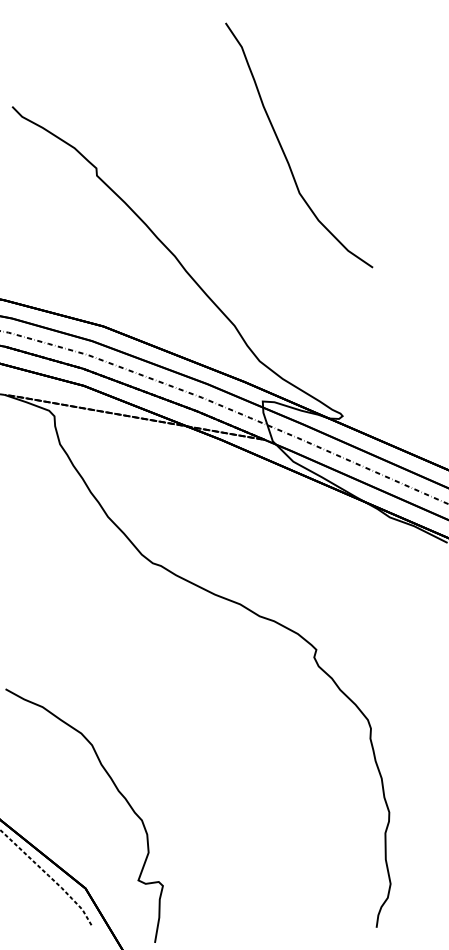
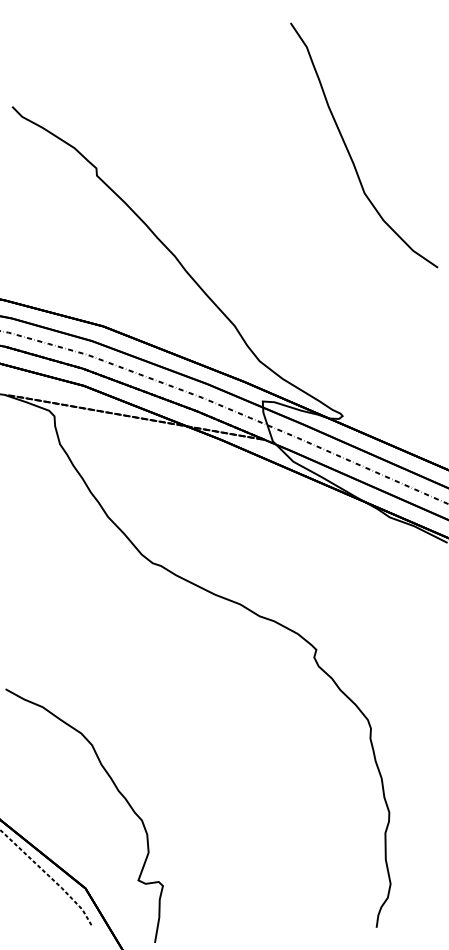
curve at (285, 153) position: (285, 153) -> (350, 153)
